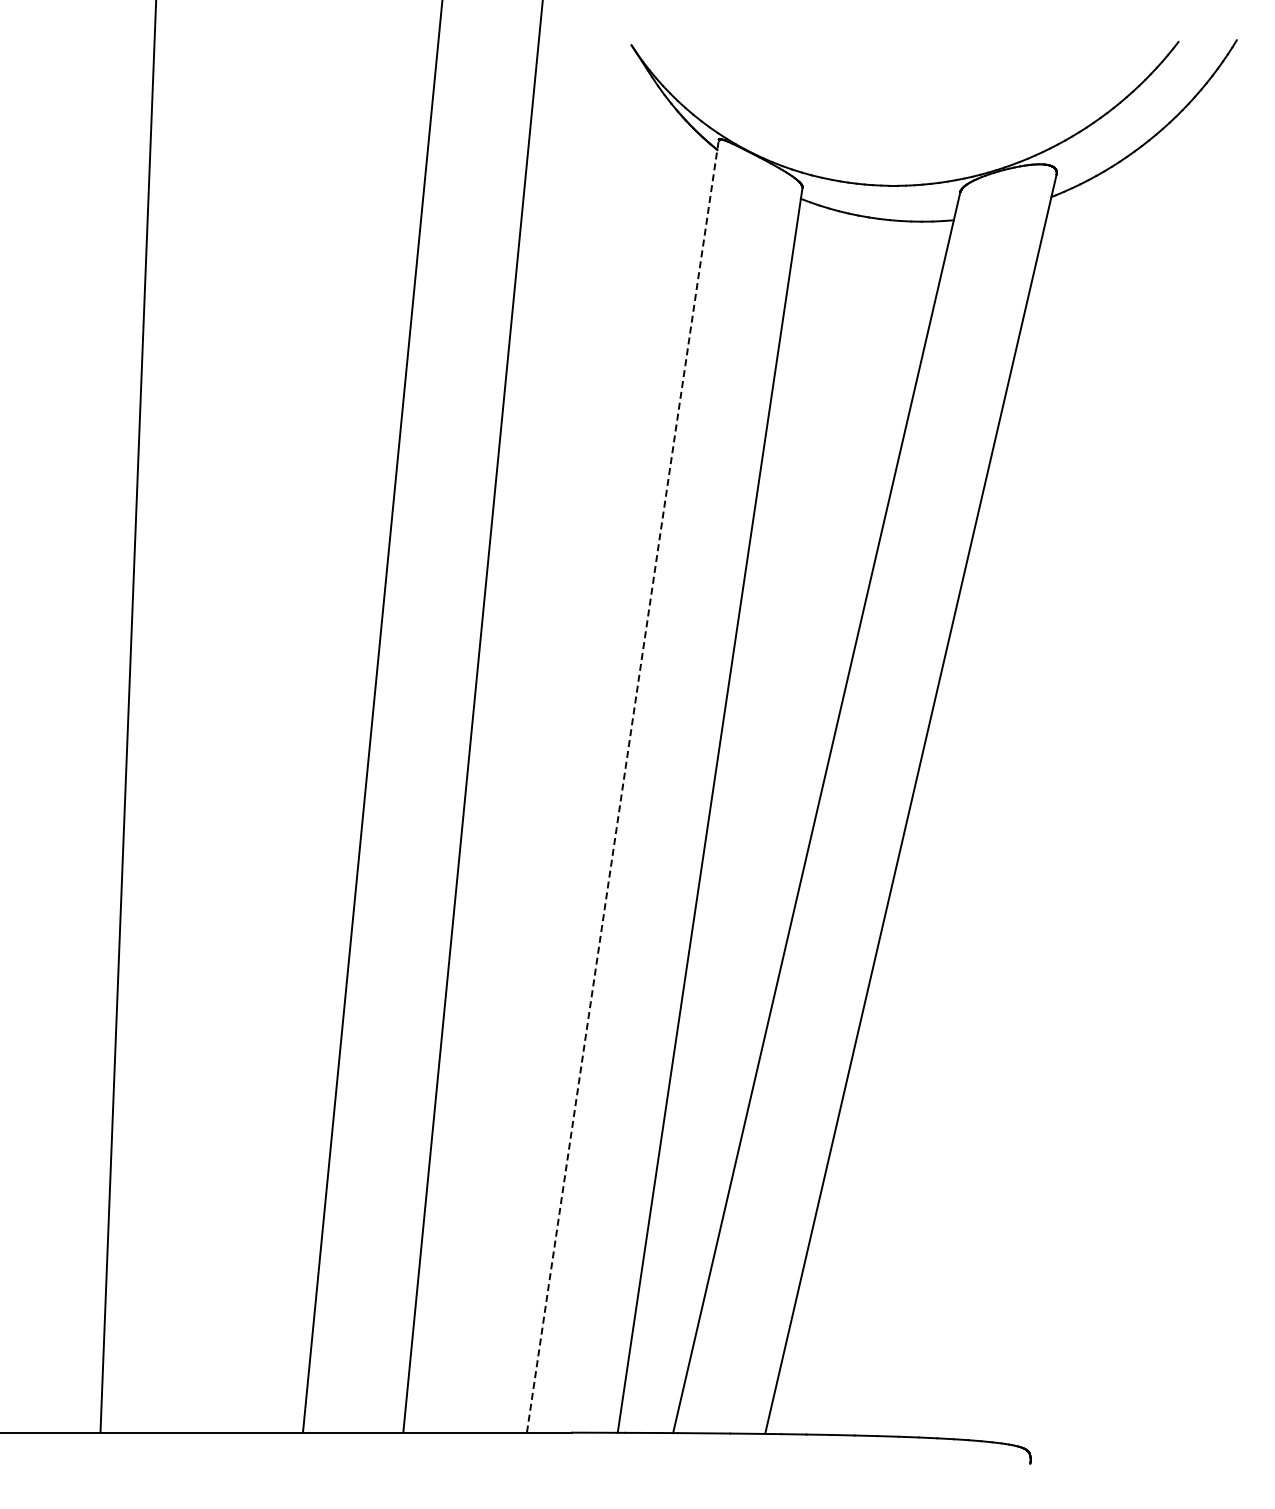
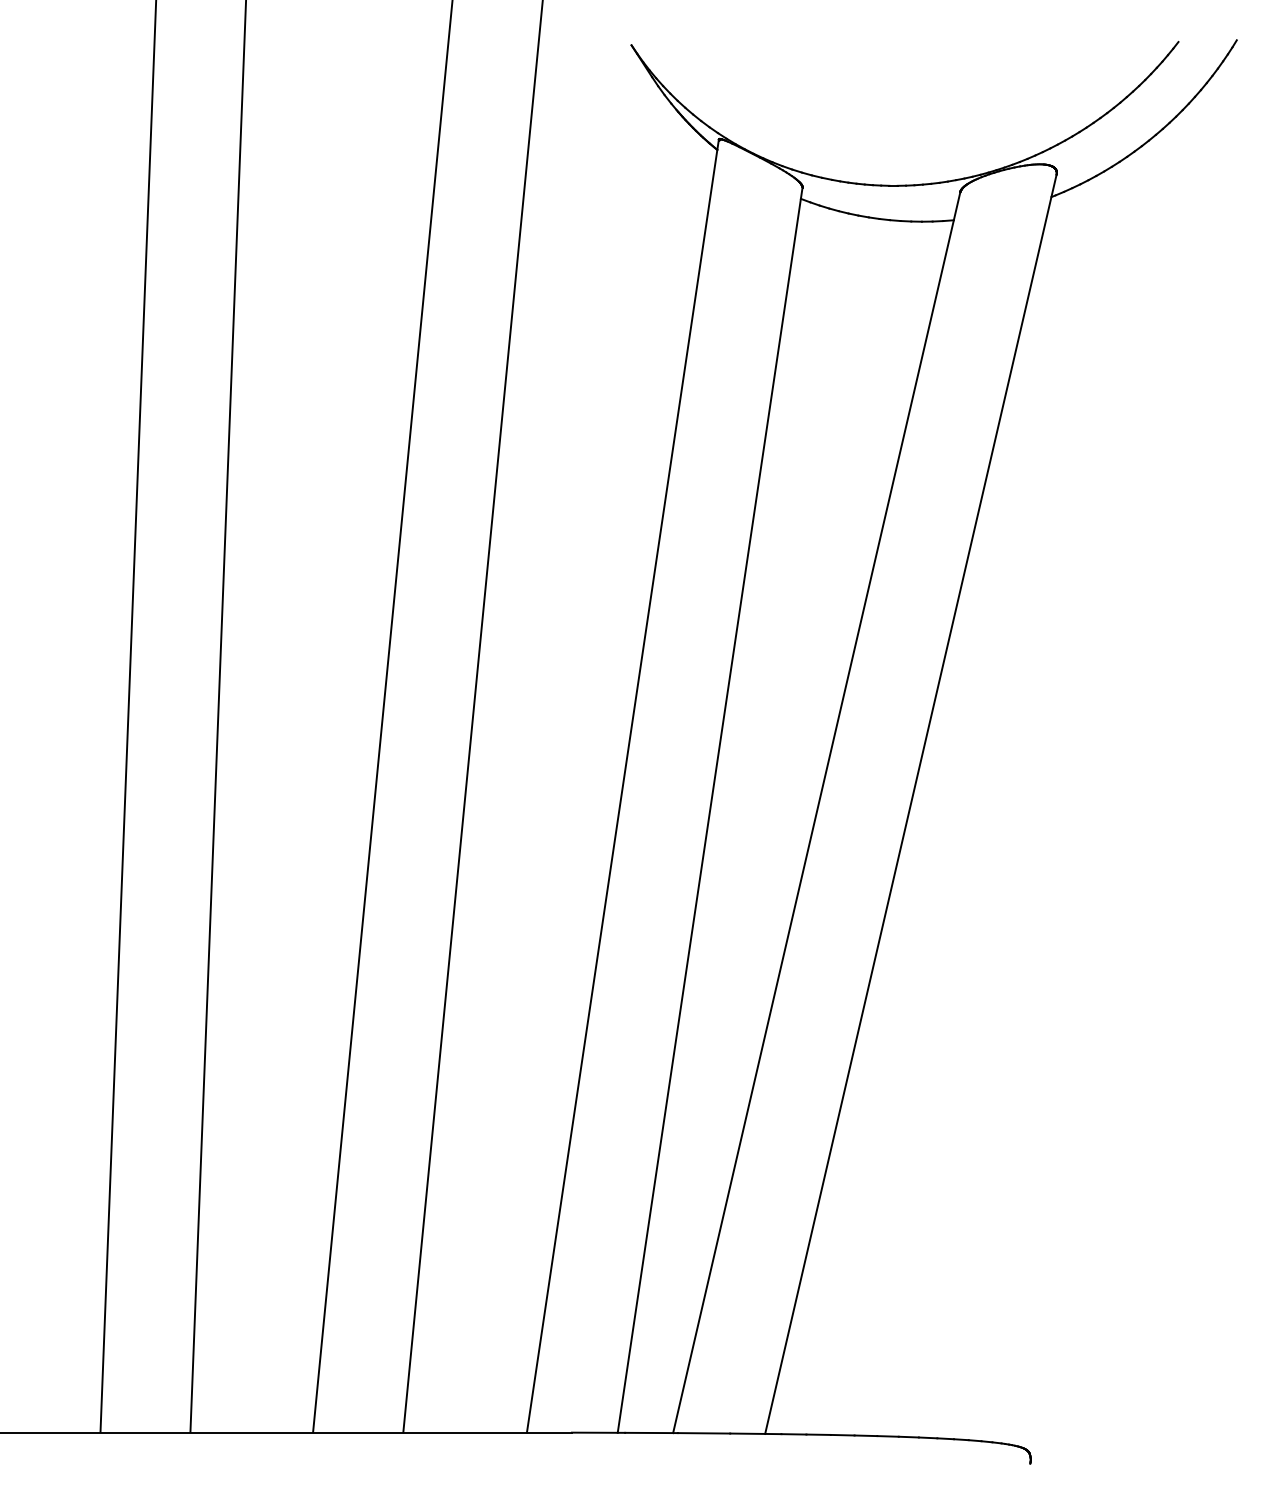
line at (372, 716) position: (372, 716) -> (382, 717)
line at (217, 717): none -> present
line at (622, 785): dashed -> solid
